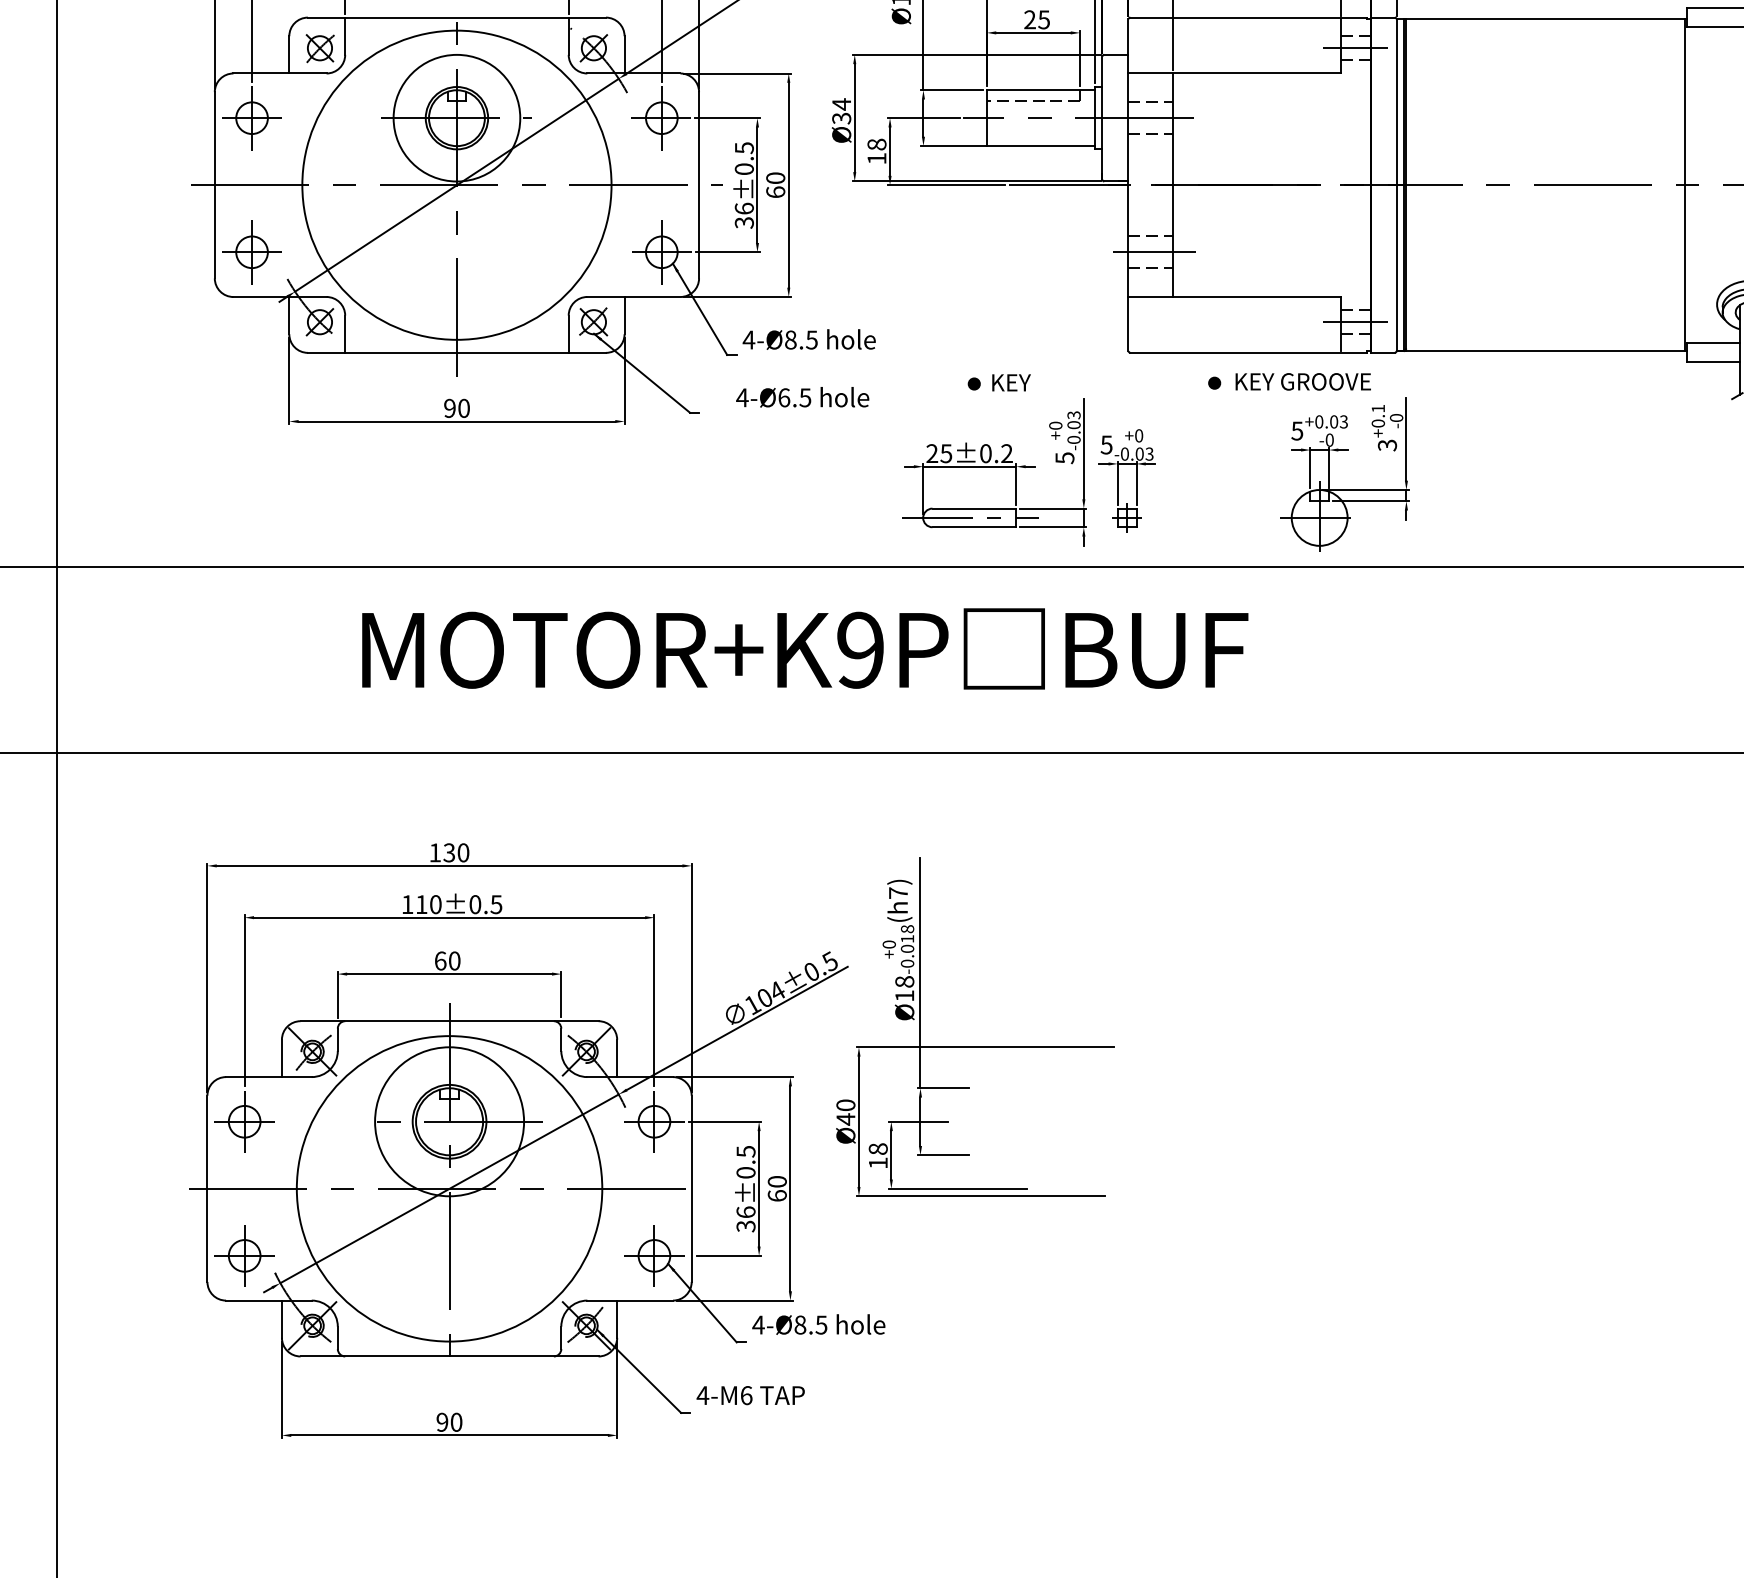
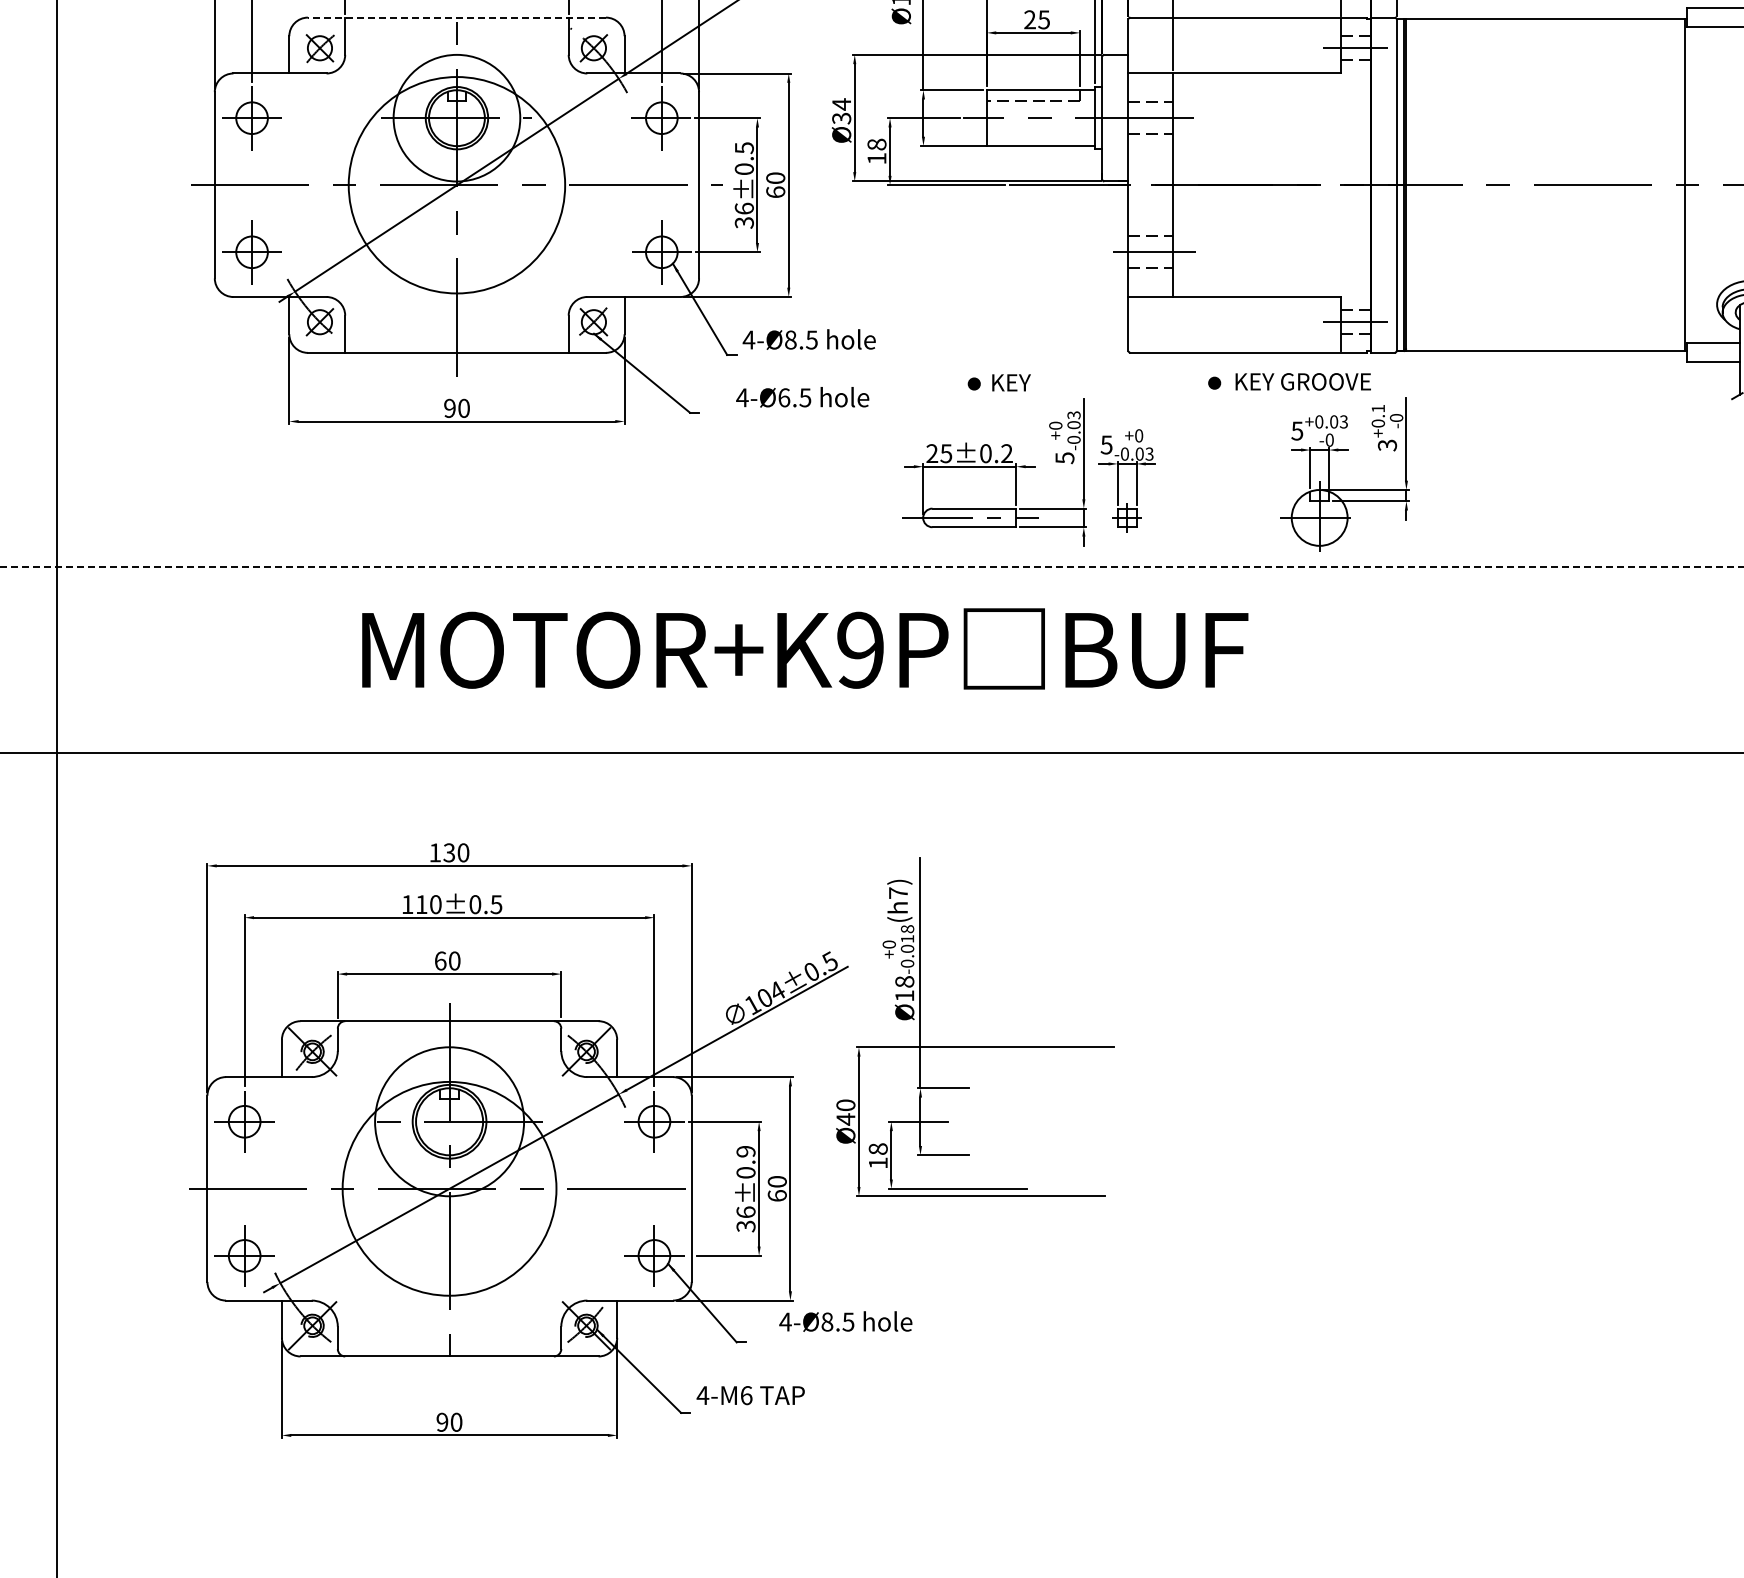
line at (456, 17): solid -> dashed
circle at (456, 184) diameter: 309 px -> 216 px
line at (872, 566): solid -> dashed
text at (745, 1151): ±0.5 -> ±0.9
circle at (449, 1188) diameter: 305 px -> 214 px
text at (818, 1324) position: (818, 1324) -> (845, 1321)
